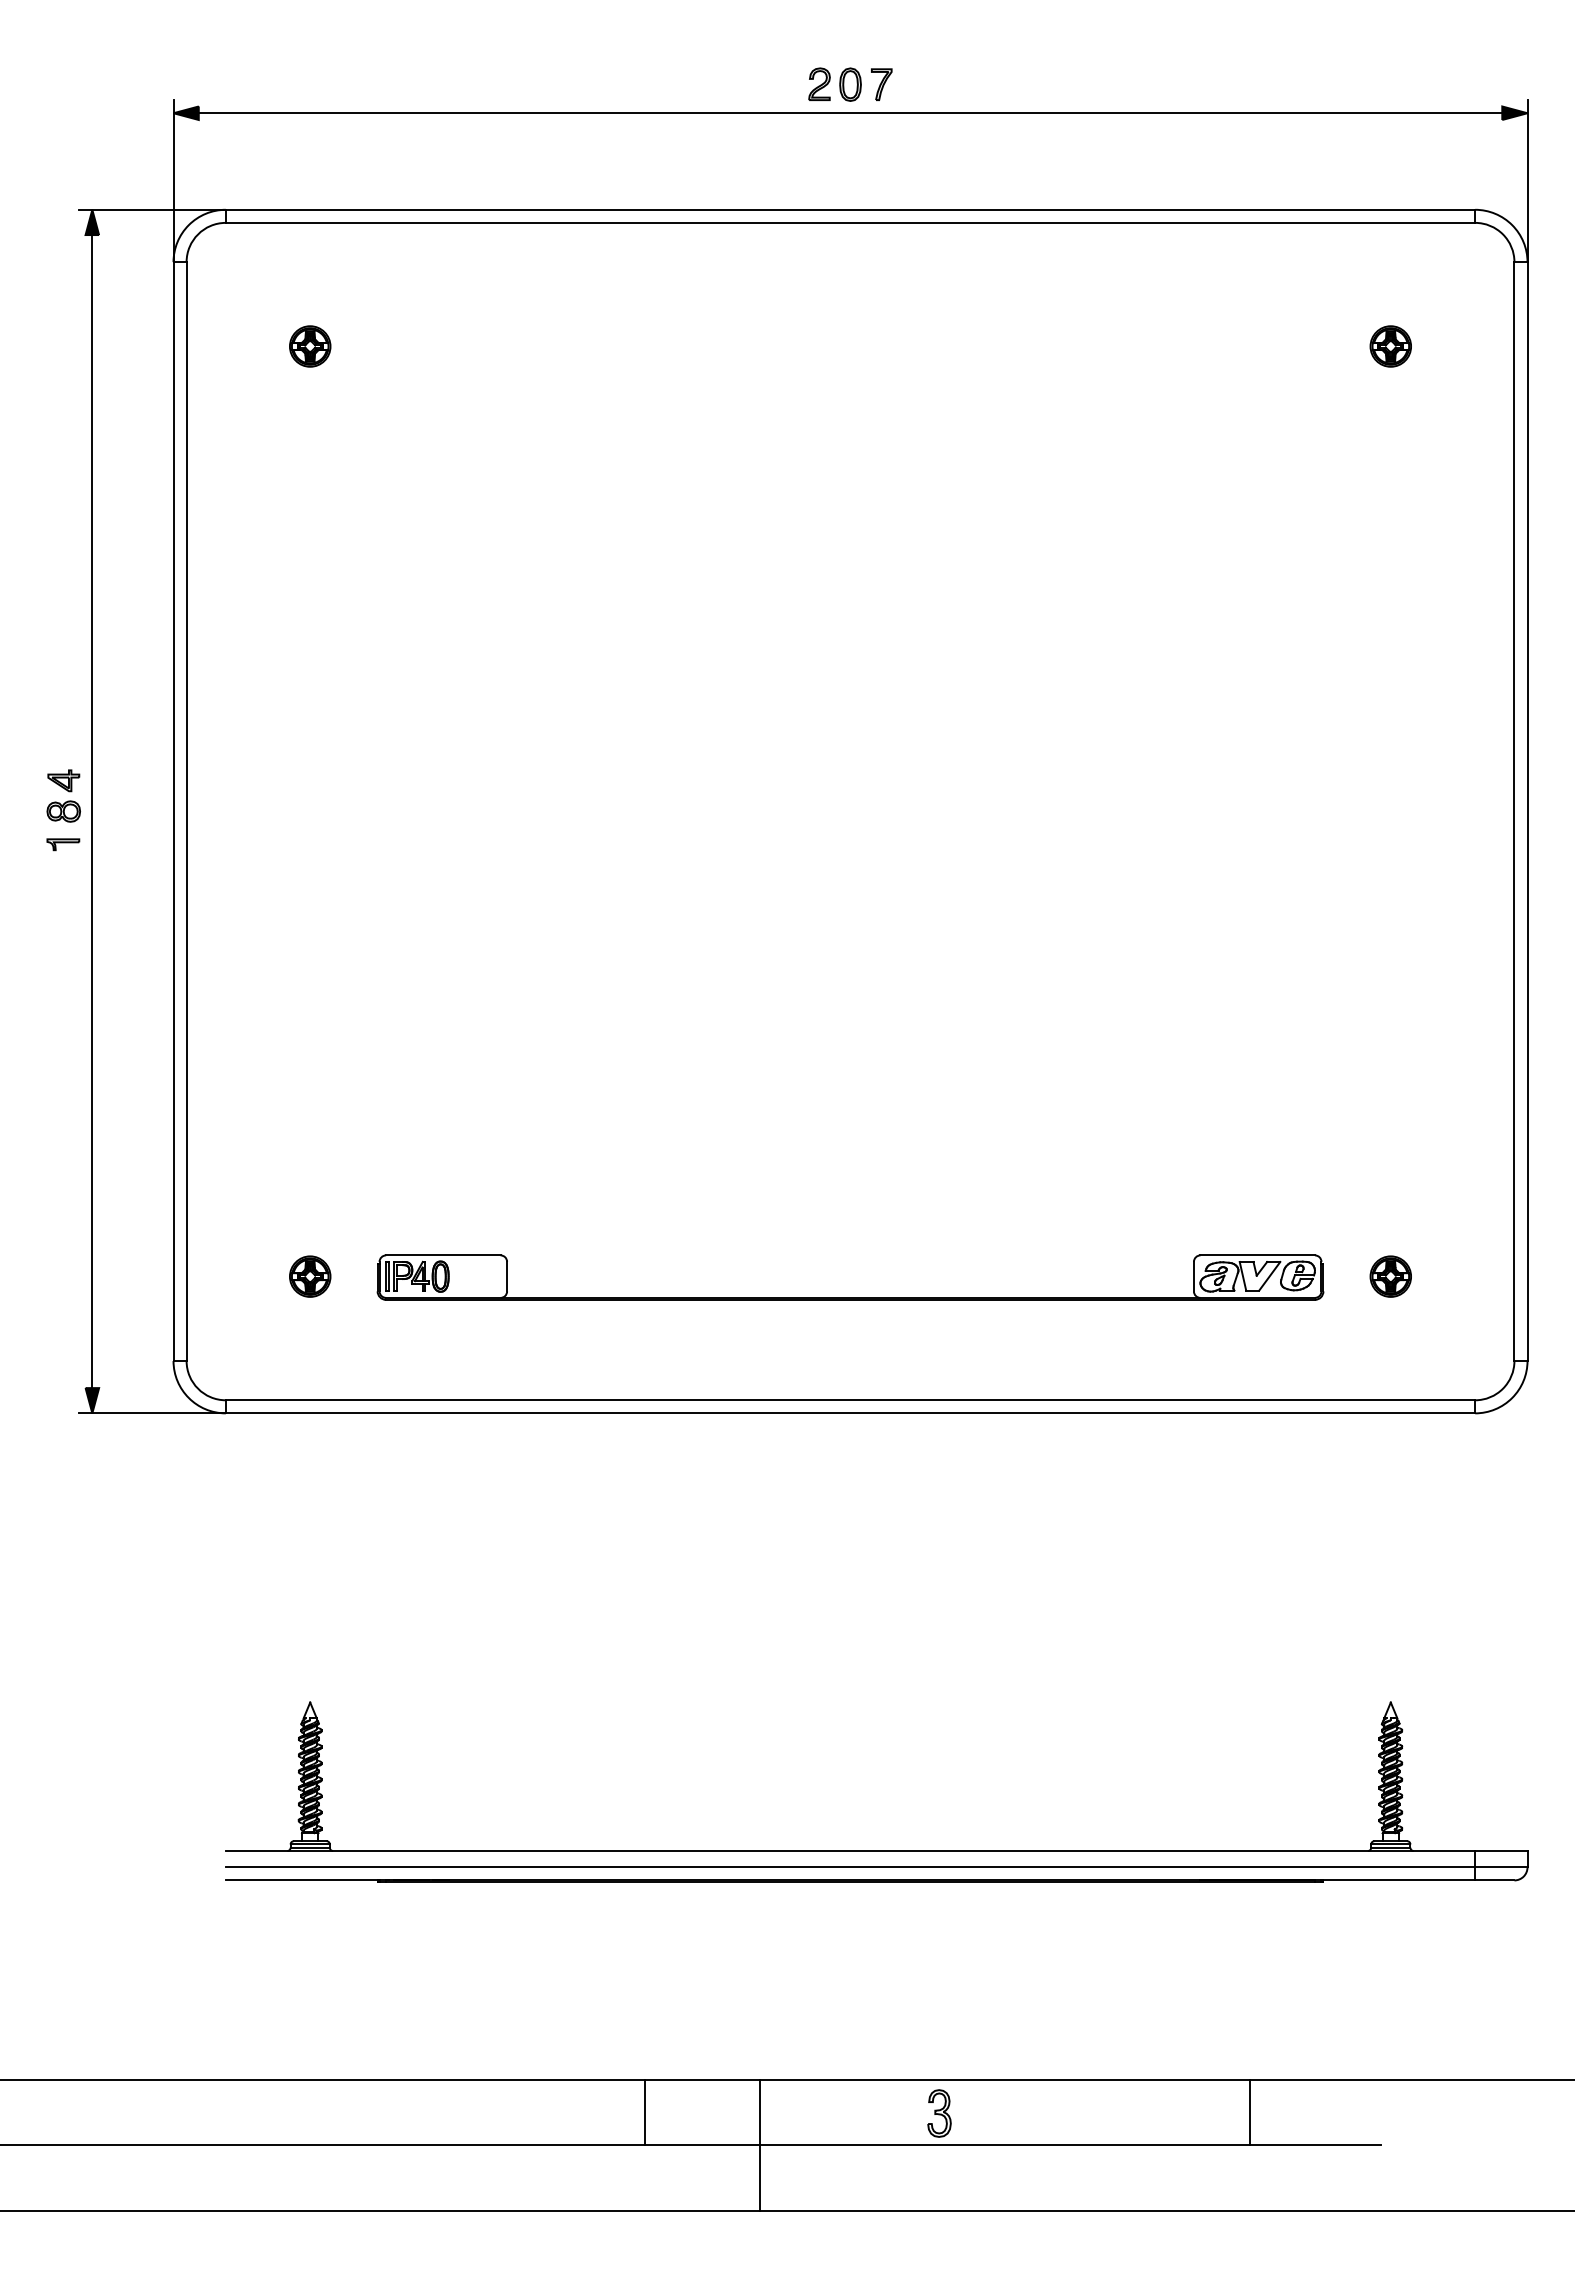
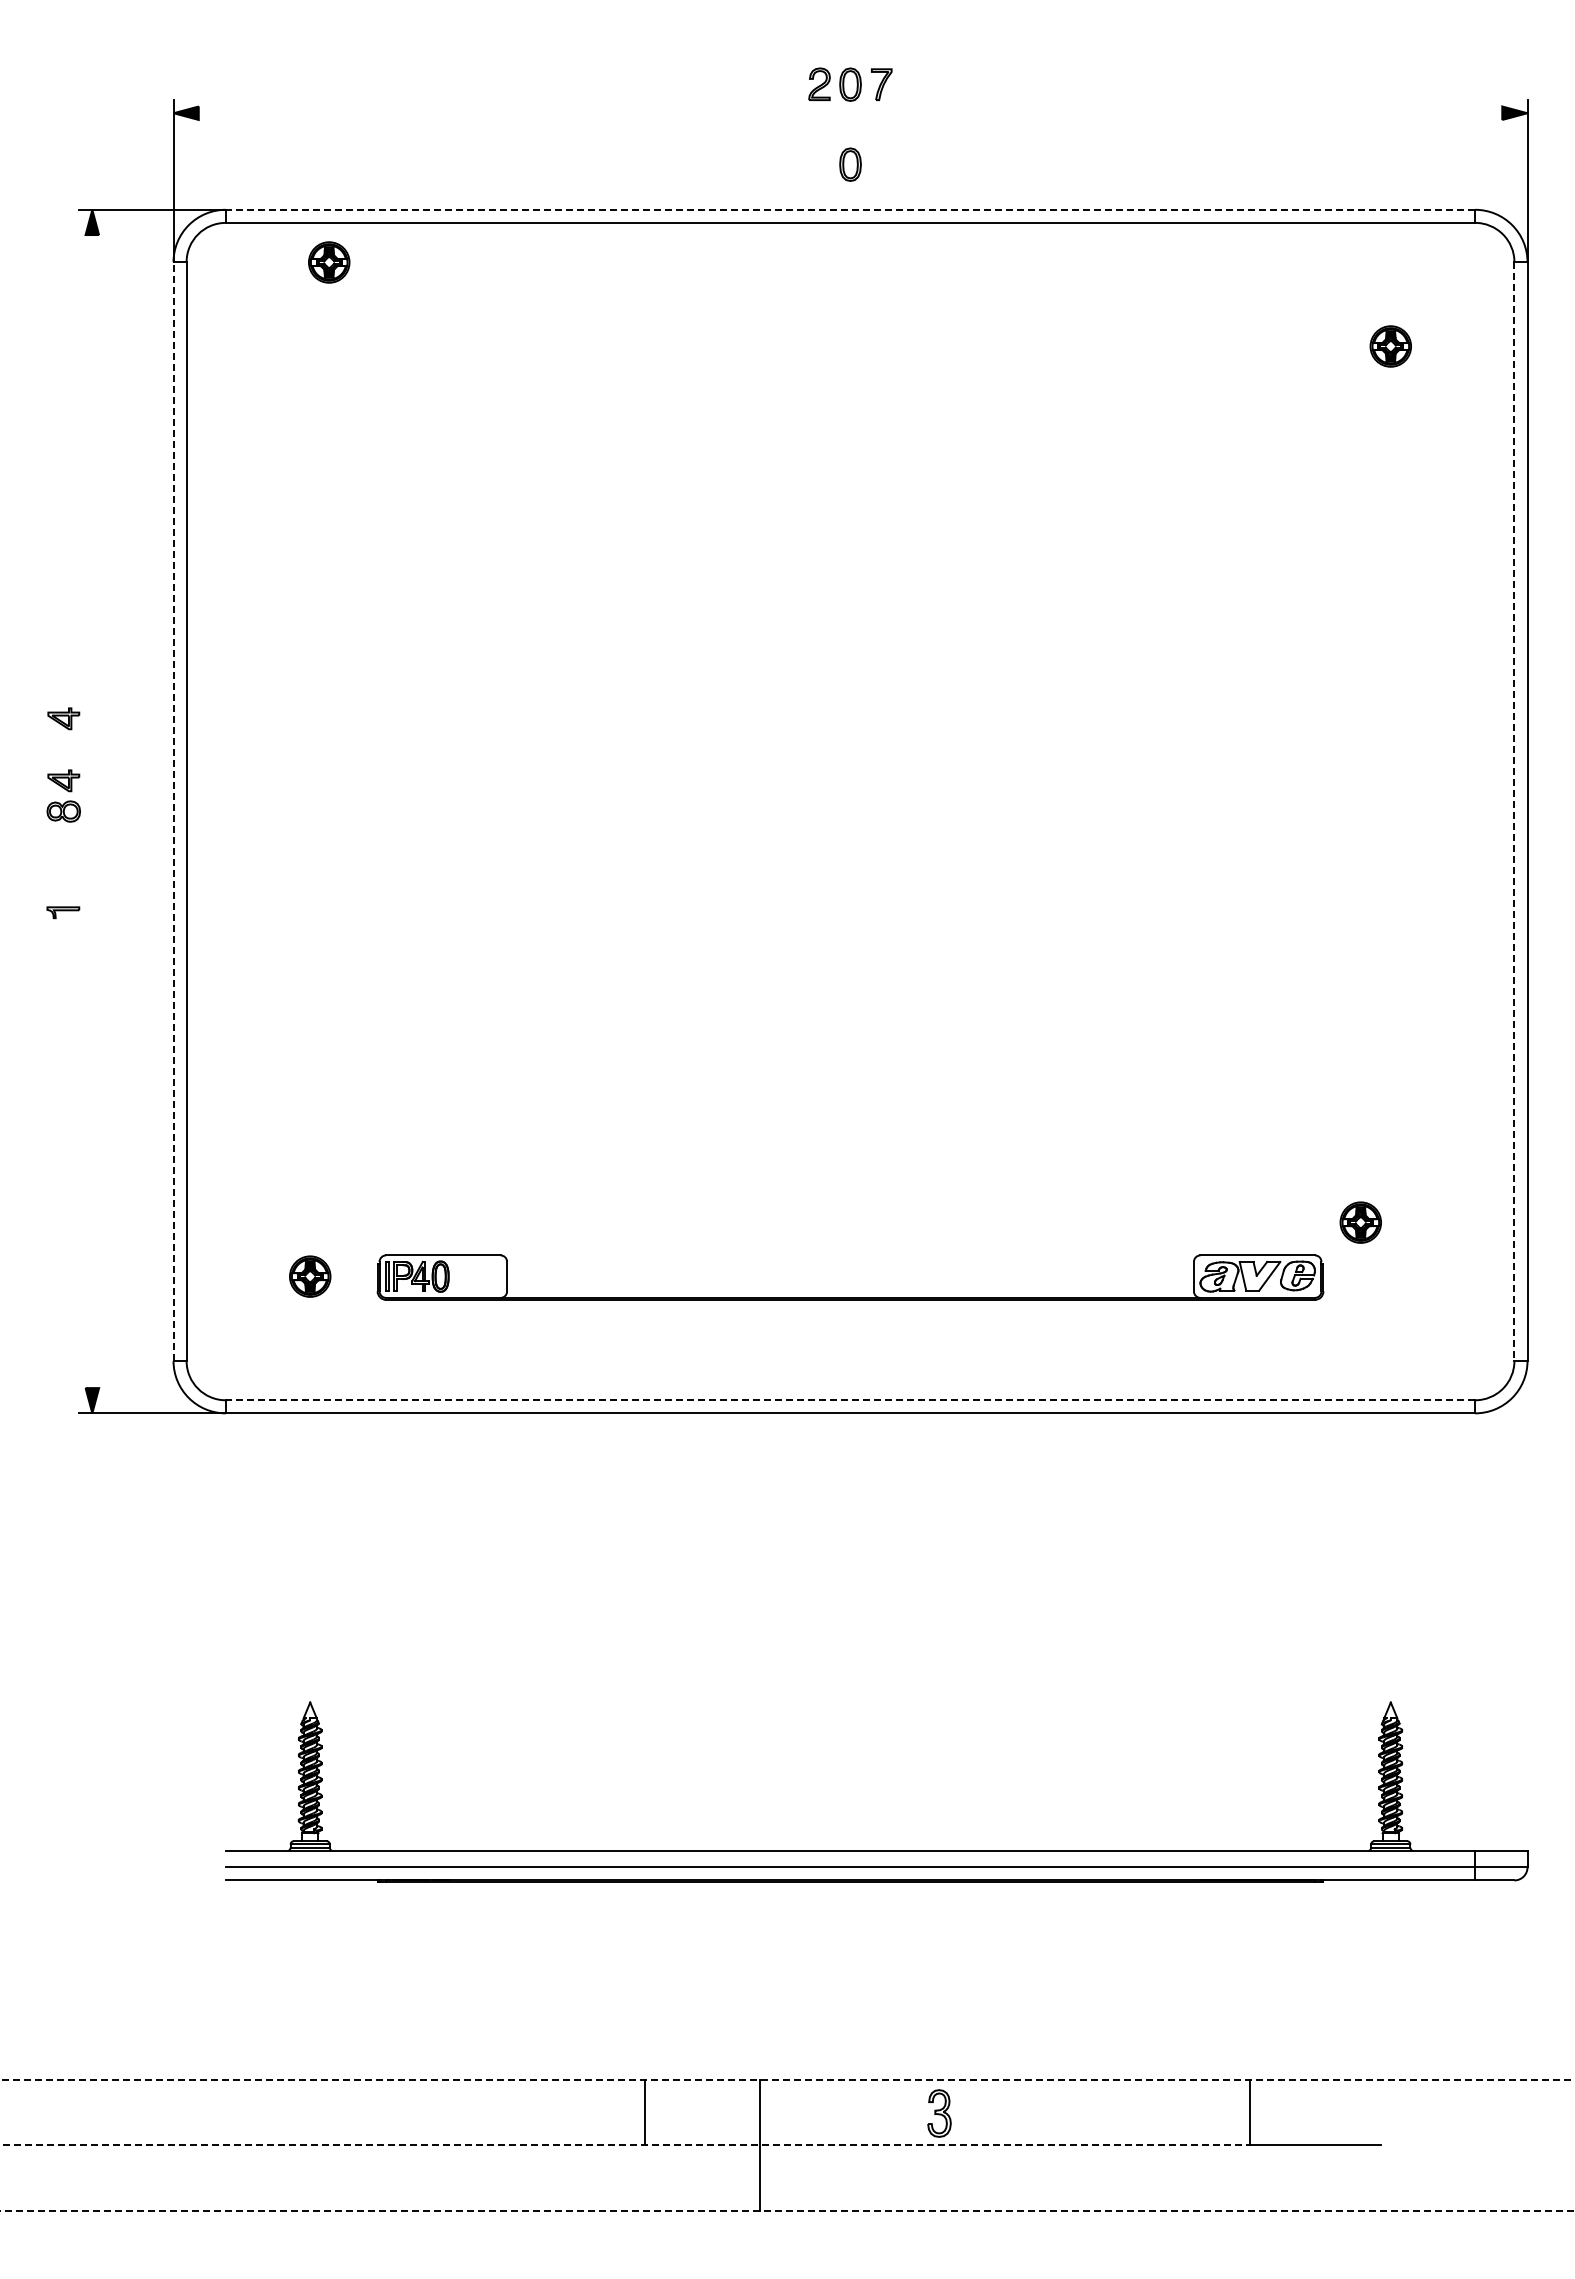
line at (850, 113): present -> none
part at (850, 164): none -> present
line at (850, 209): solid -> dashed
part at (310, 346) position: (310, 346) -> (329, 262)
part at (63, 718): none -> present
line at (92, 811): present -> none
line at (173, 811): solid -> dashed
line at (1514, 812): solid -> dashed
part at (63, 844) position: (63, 844) -> (63, 912)
part at (1390, 1276) position: (1390, 1276) -> (1360, 1222)
line at (850, 1400): solid -> dashed
line at (787, 2079): solid -> dashed
line at (625, 2145): solid -> dashed
line at (787, 2210): solid -> dashed
